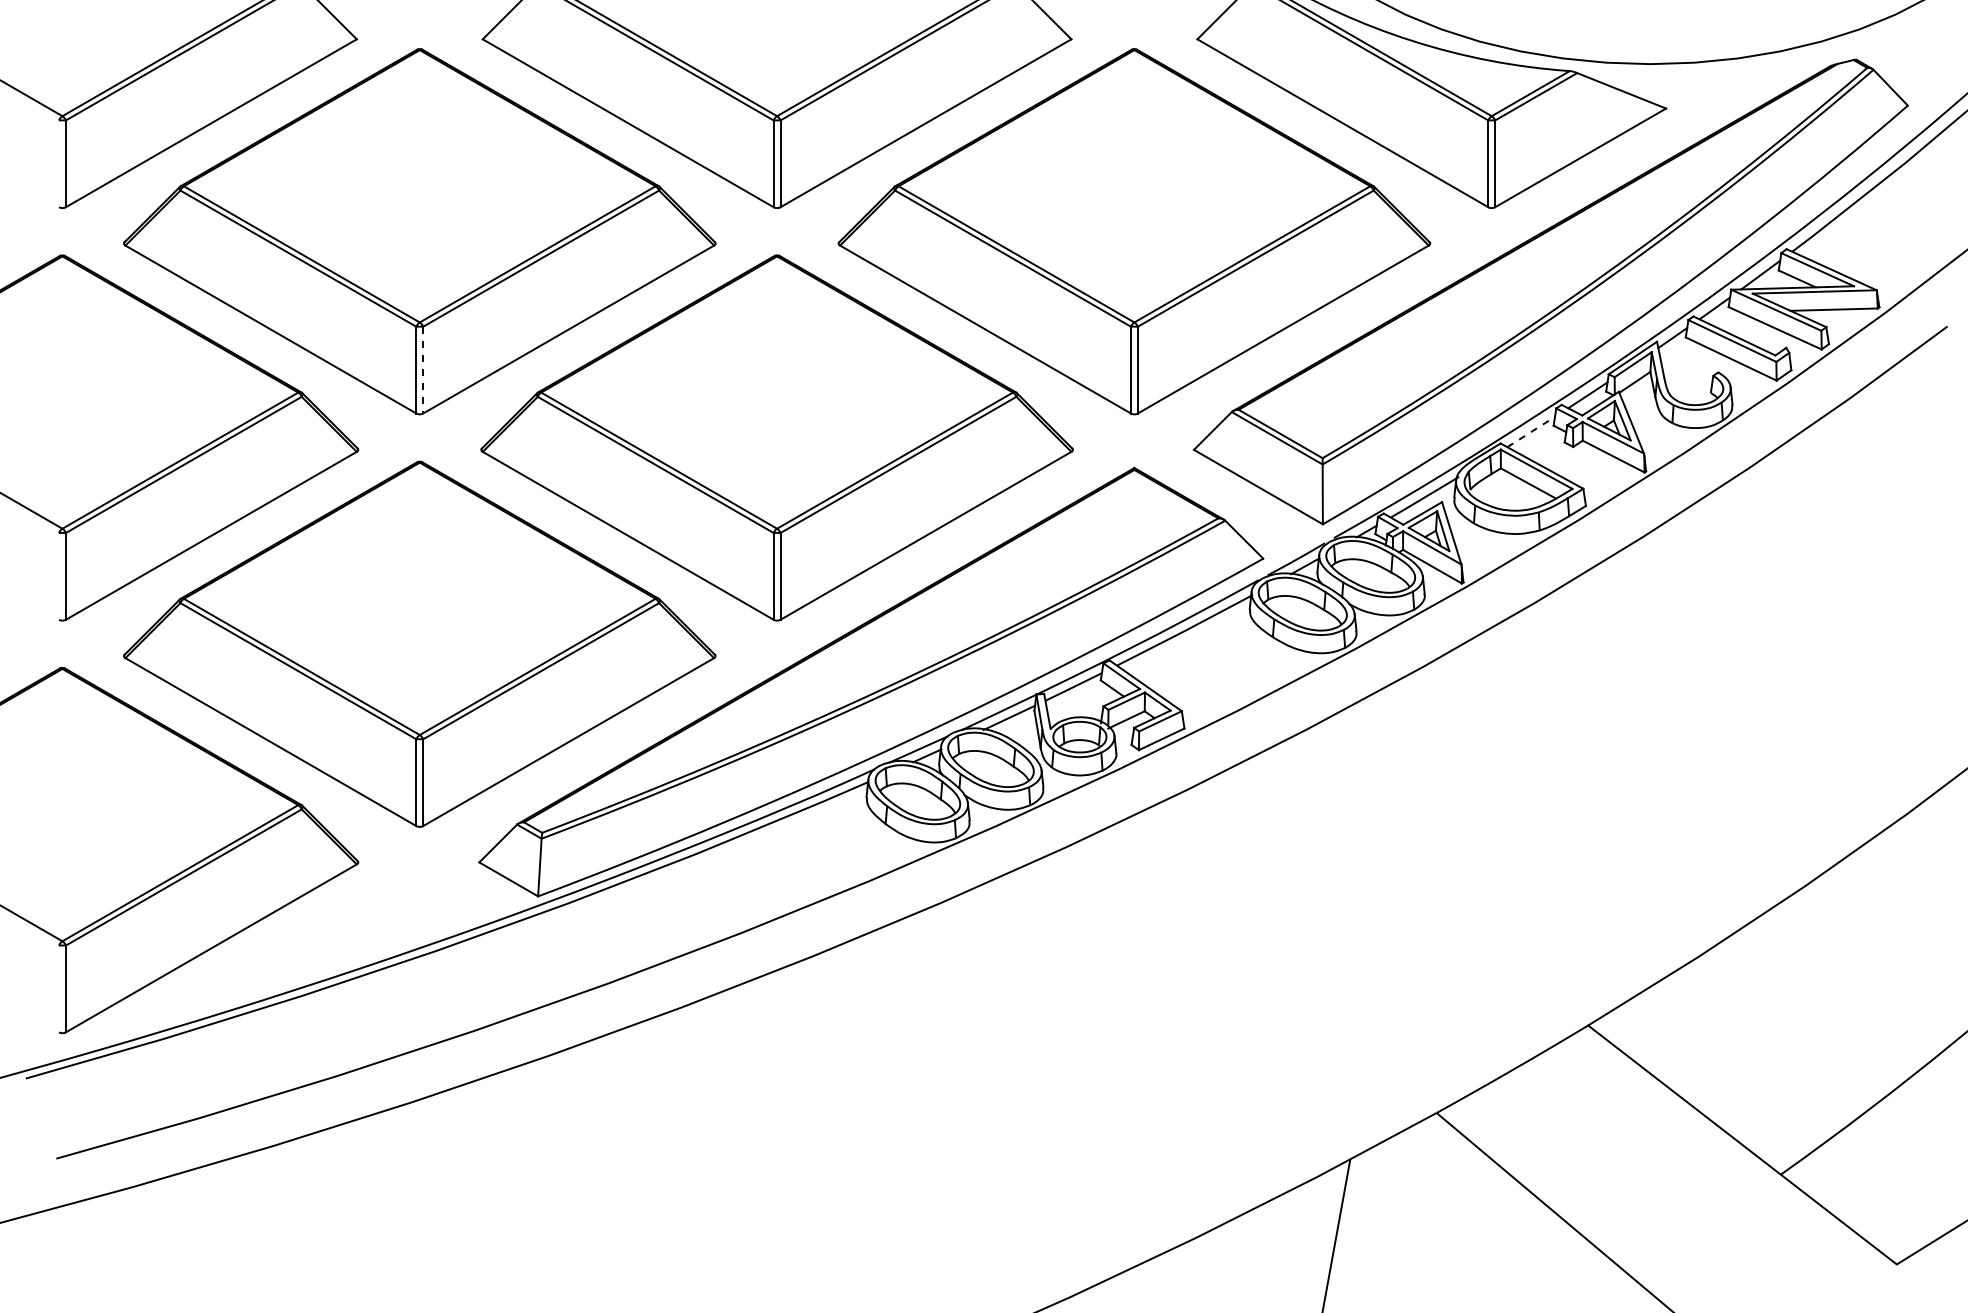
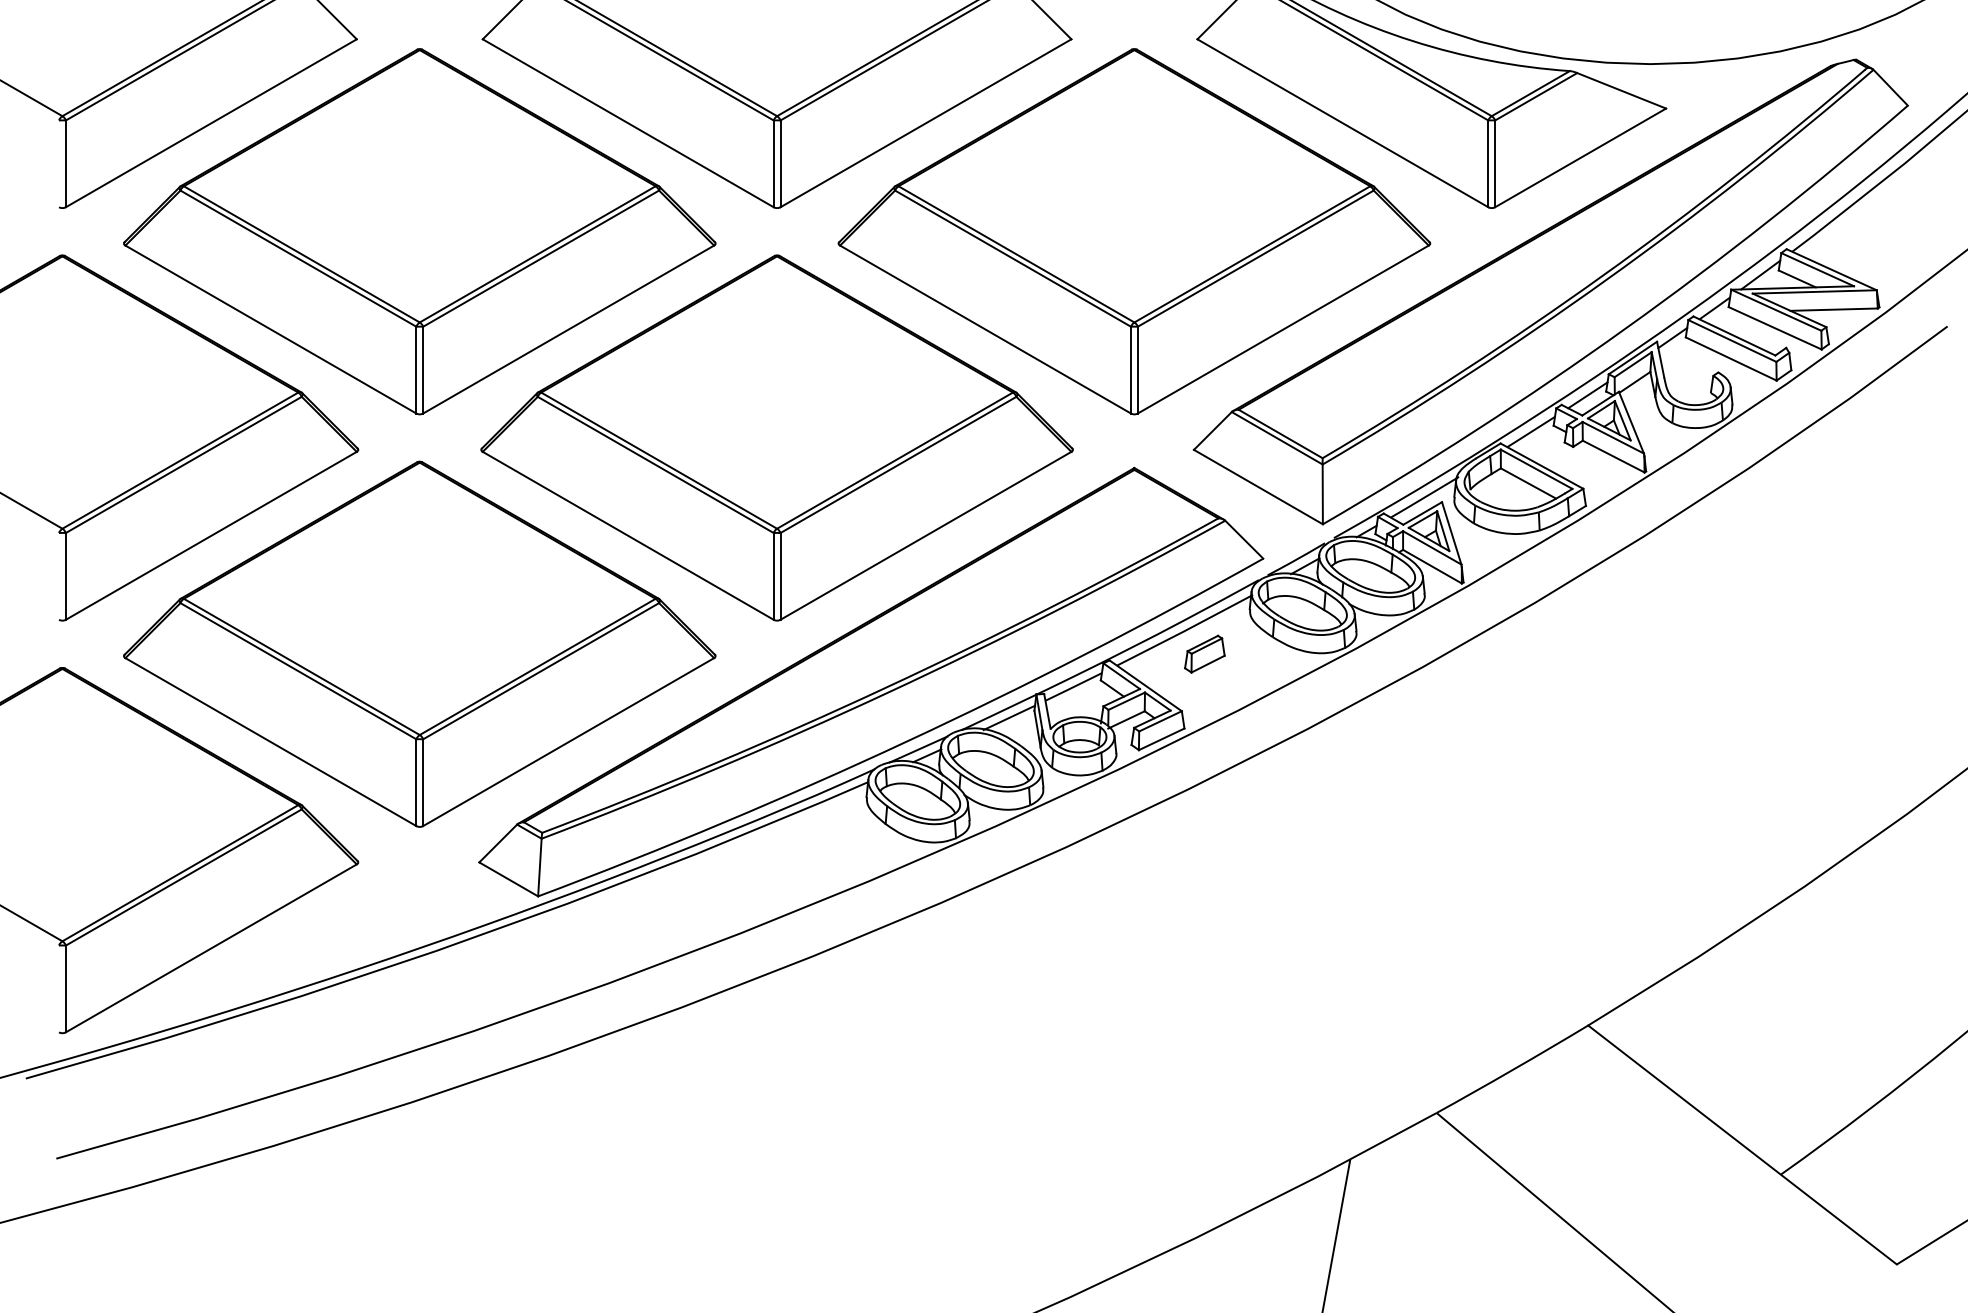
line at (423, 370): dashed -> solid
line at (1531, 432): dashed -> solid
part at (1204, 653): none -> present
